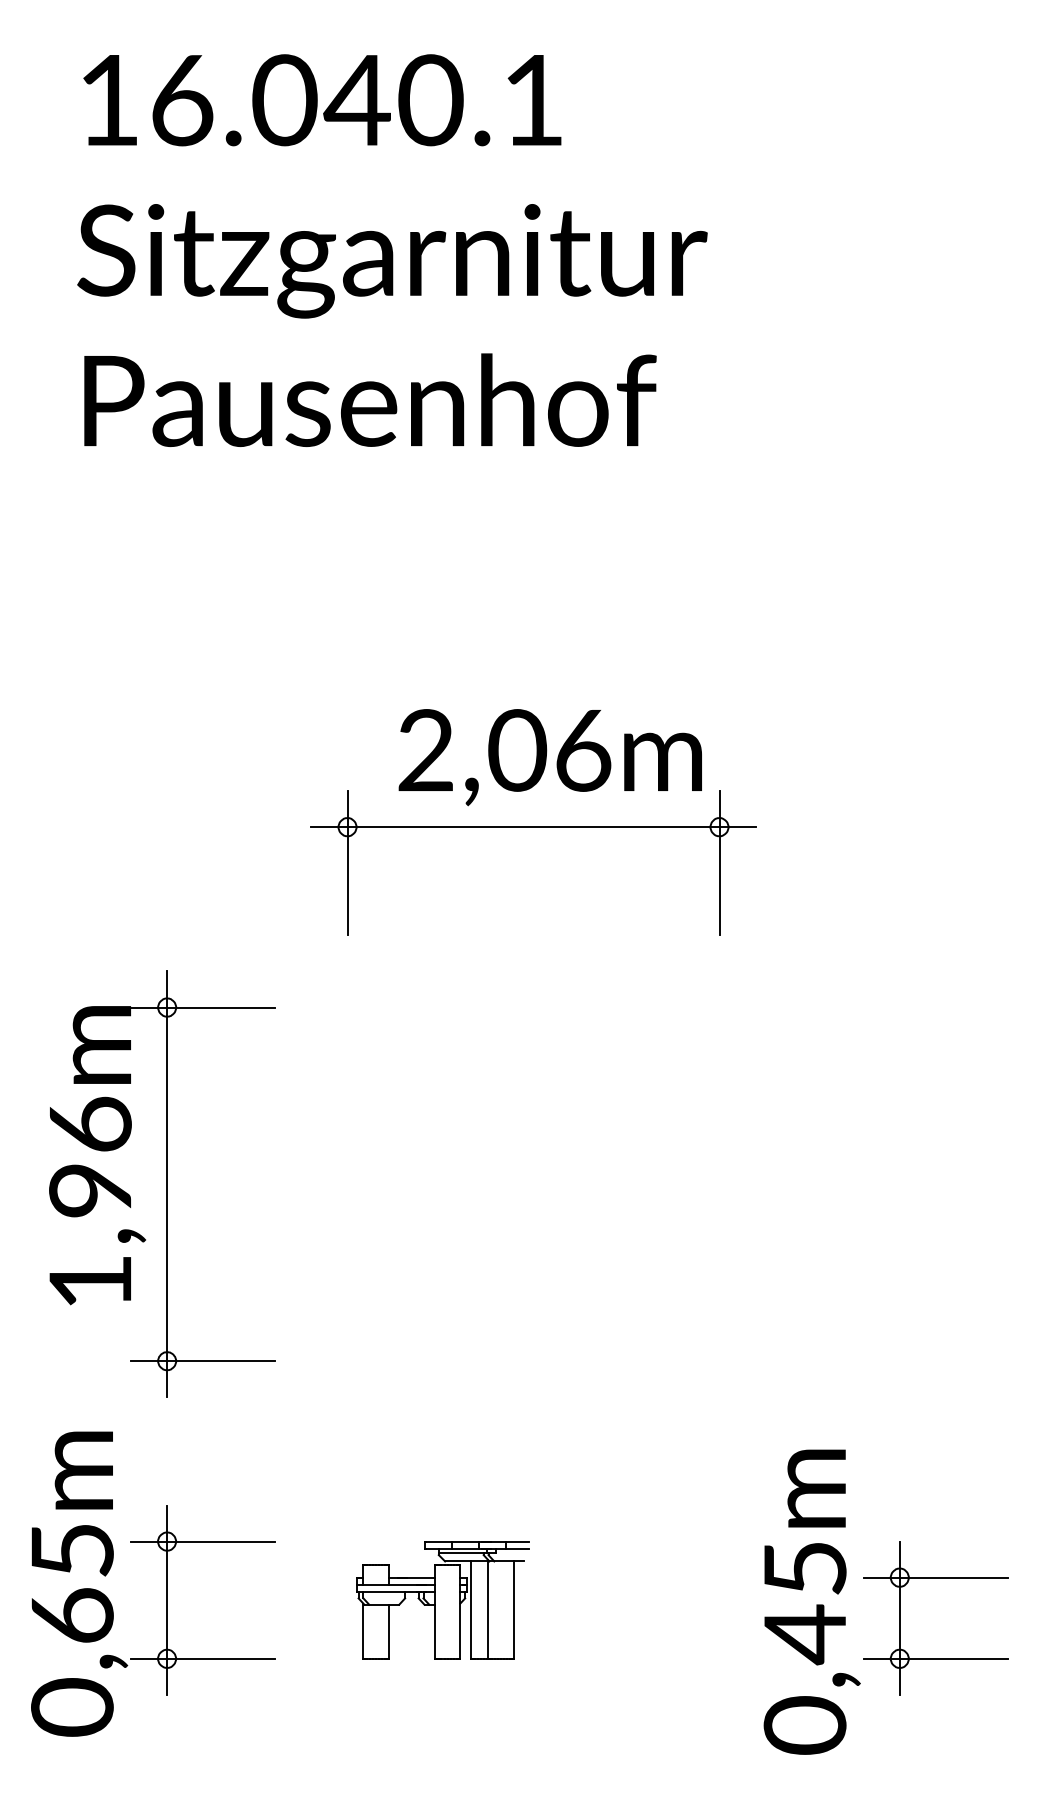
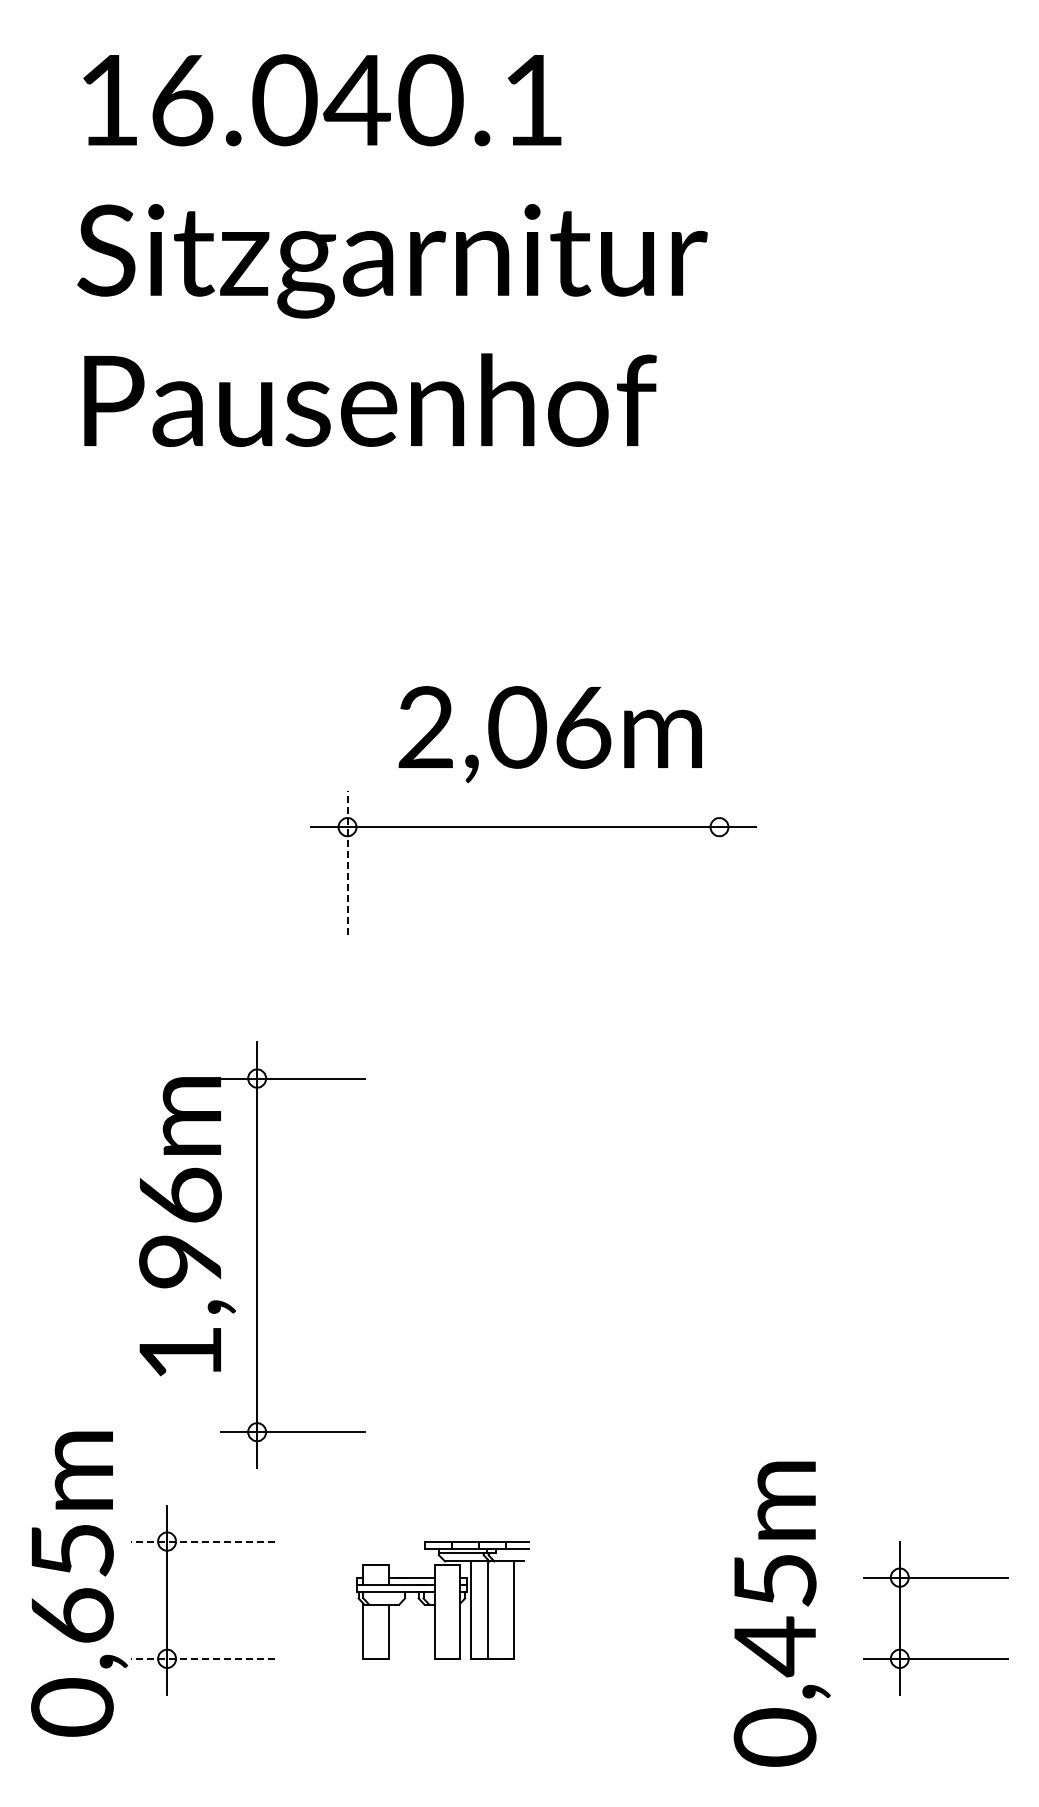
text at (549, 757) position: (549, 757) -> (549, 734)
line at (347, 862): solid -> dashed
line at (719, 863): present -> none
part at (162, 1183) position: (162, 1183) -> (252, 1254)
line at (202, 1541): solid -> dashed
text at (811, 1601) position: (811, 1601) -> (781, 1613)
line at (202, 1658): solid -> dashed
